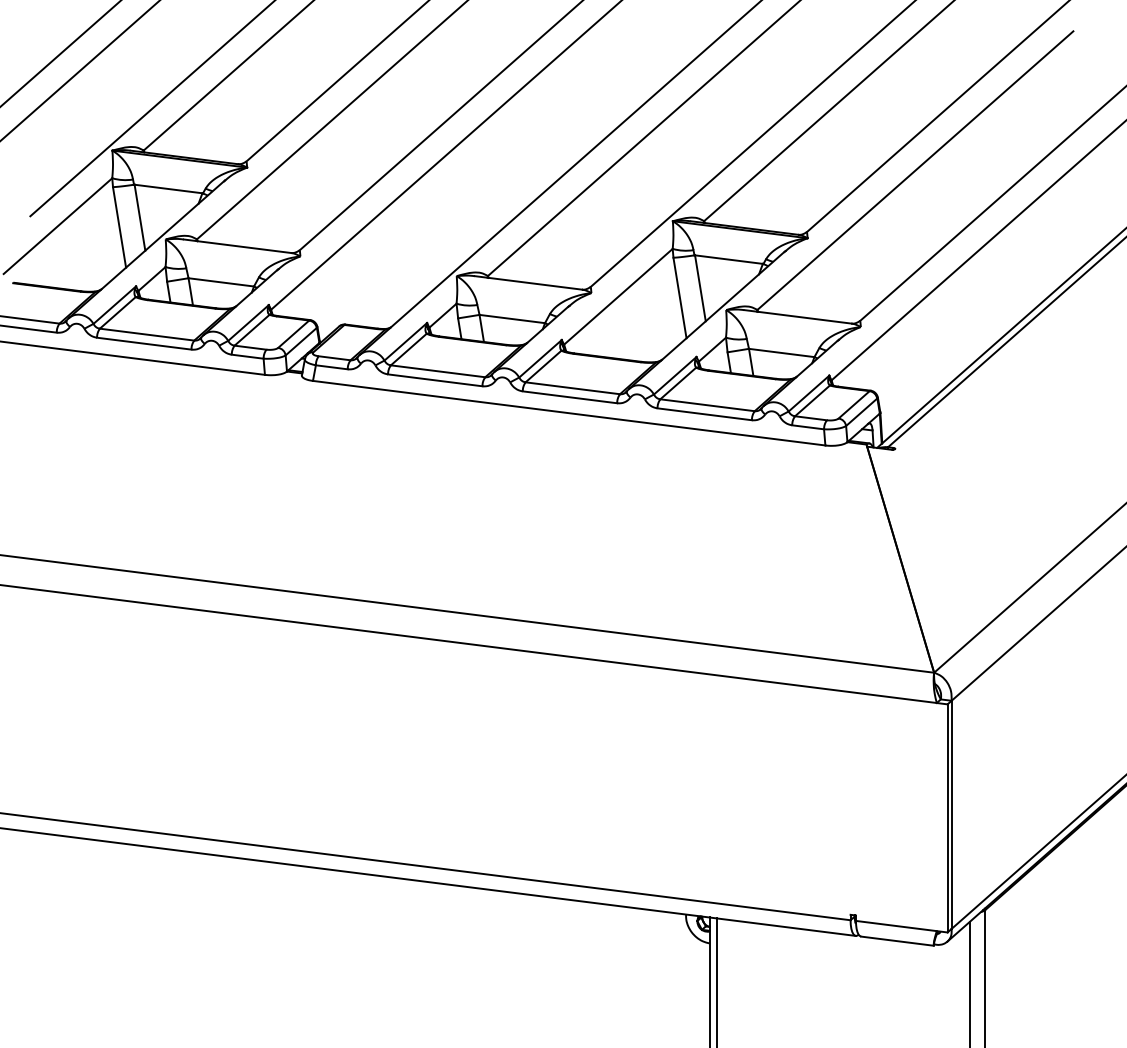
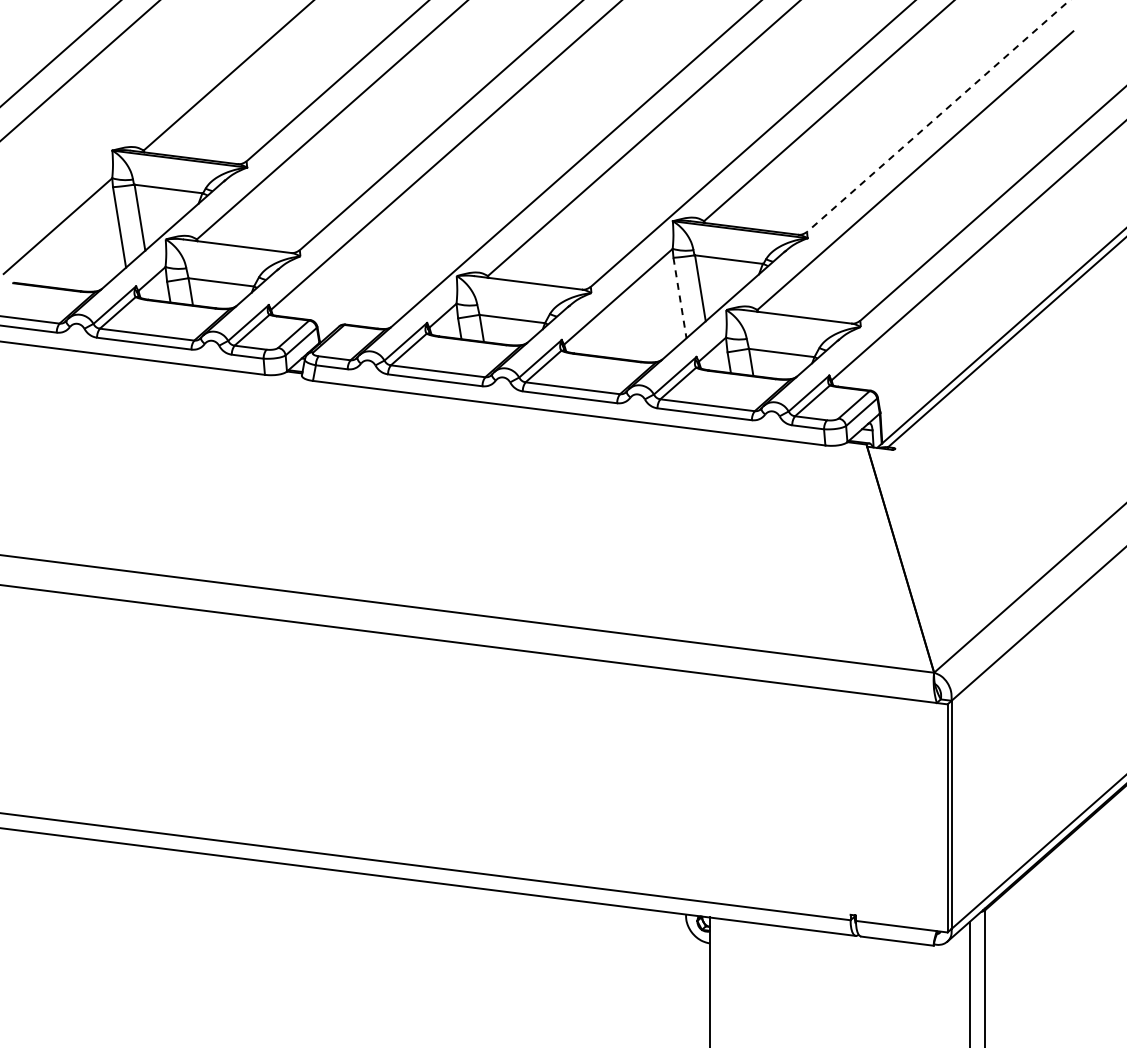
line at (151, 109): present -> none
line at (938, 116): solid -> dashed
line at (679, 298): solid -> dashed
line at (716, 981): present -> none
